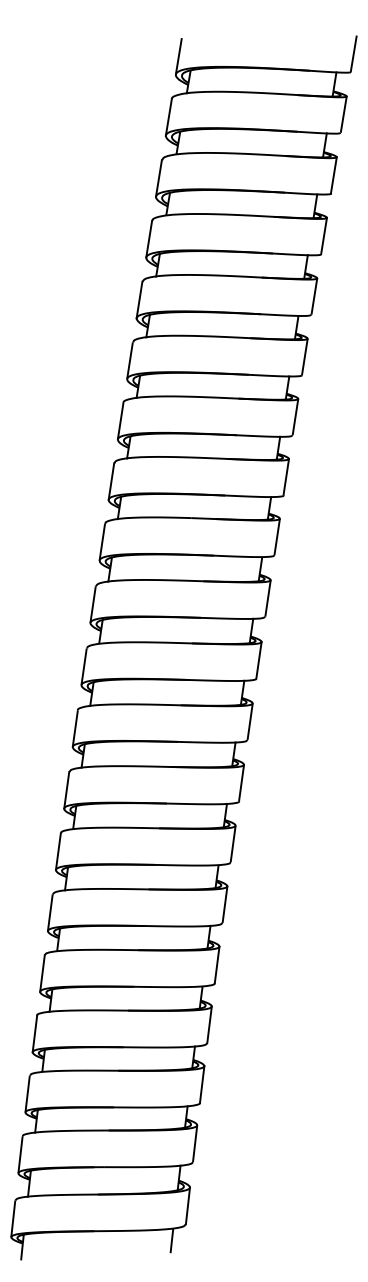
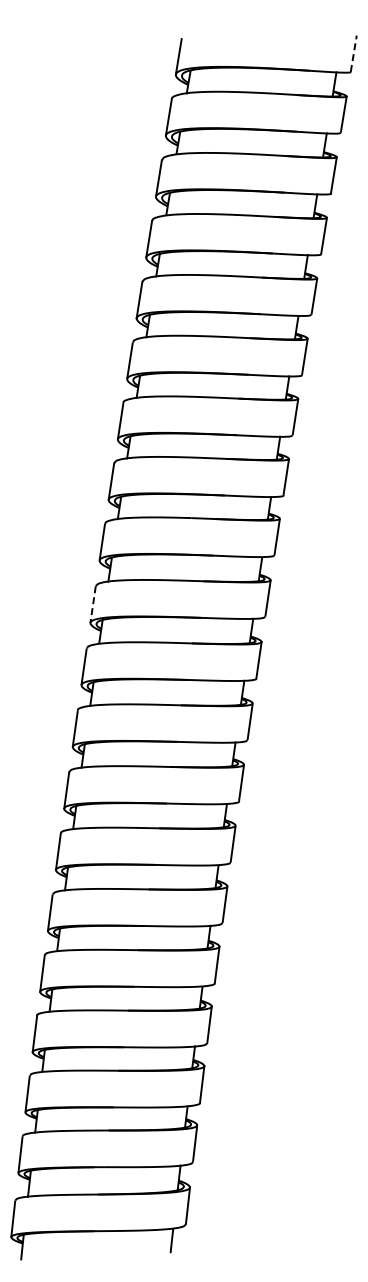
line at (353, 53): solid -> dashed
line at (93, 604): solid -> dashed
